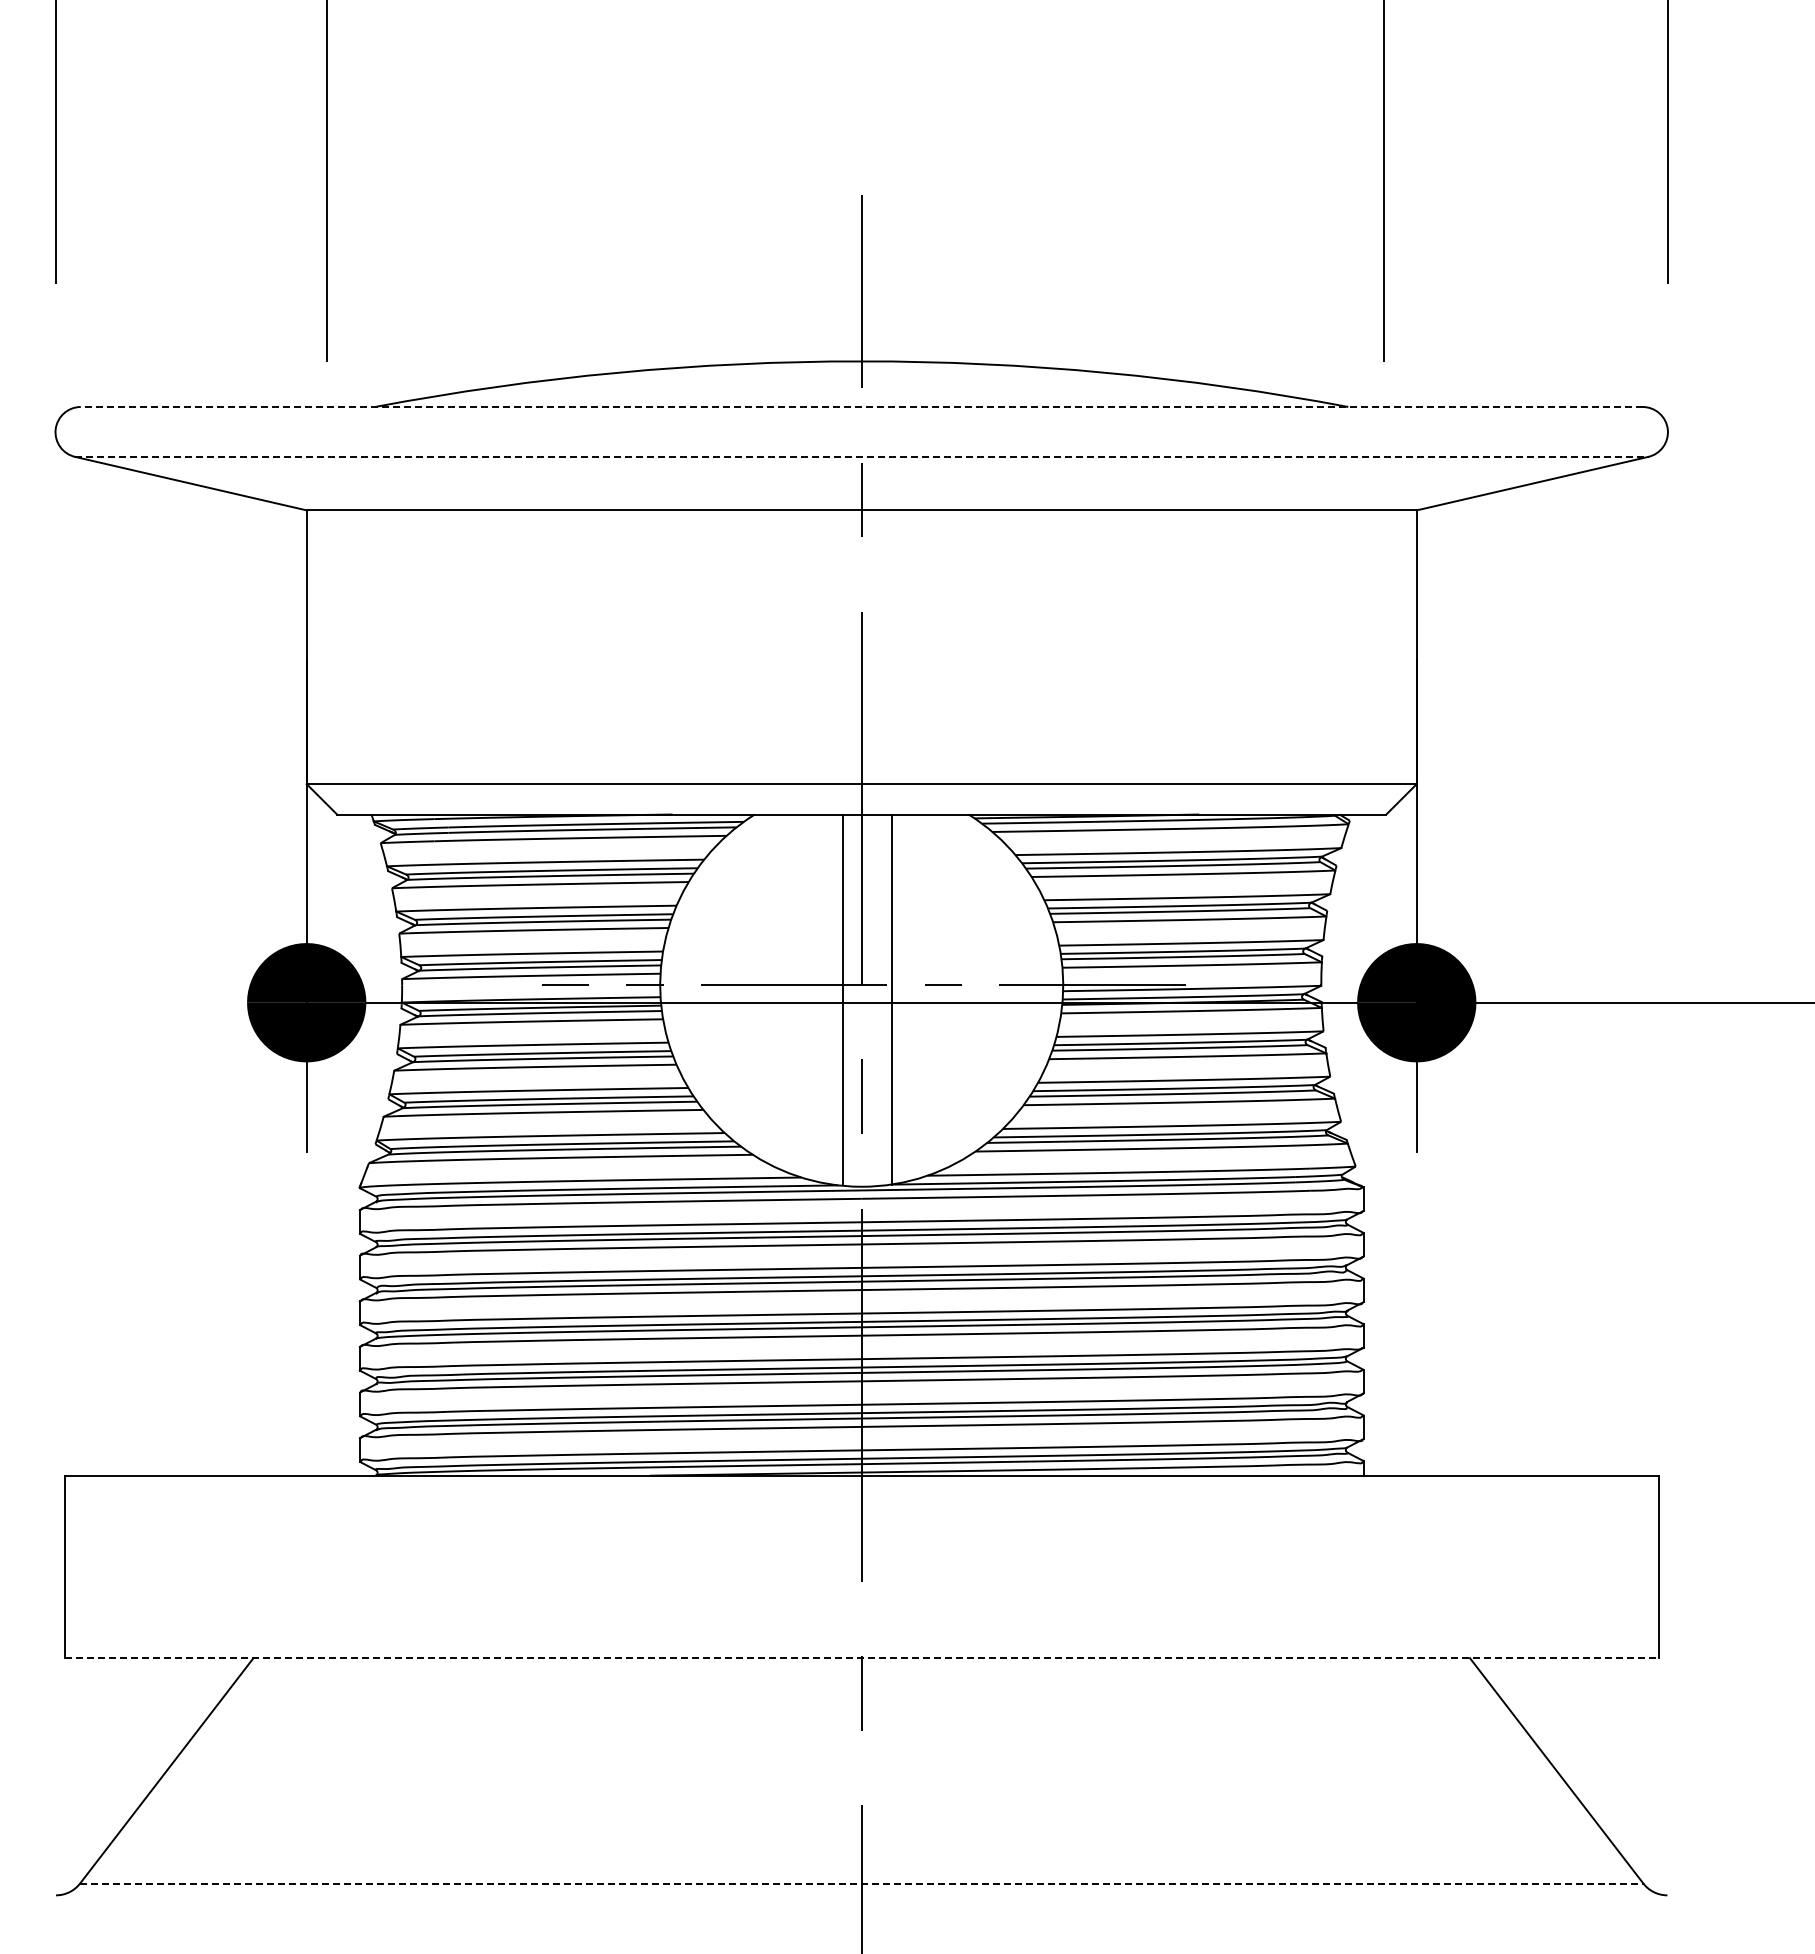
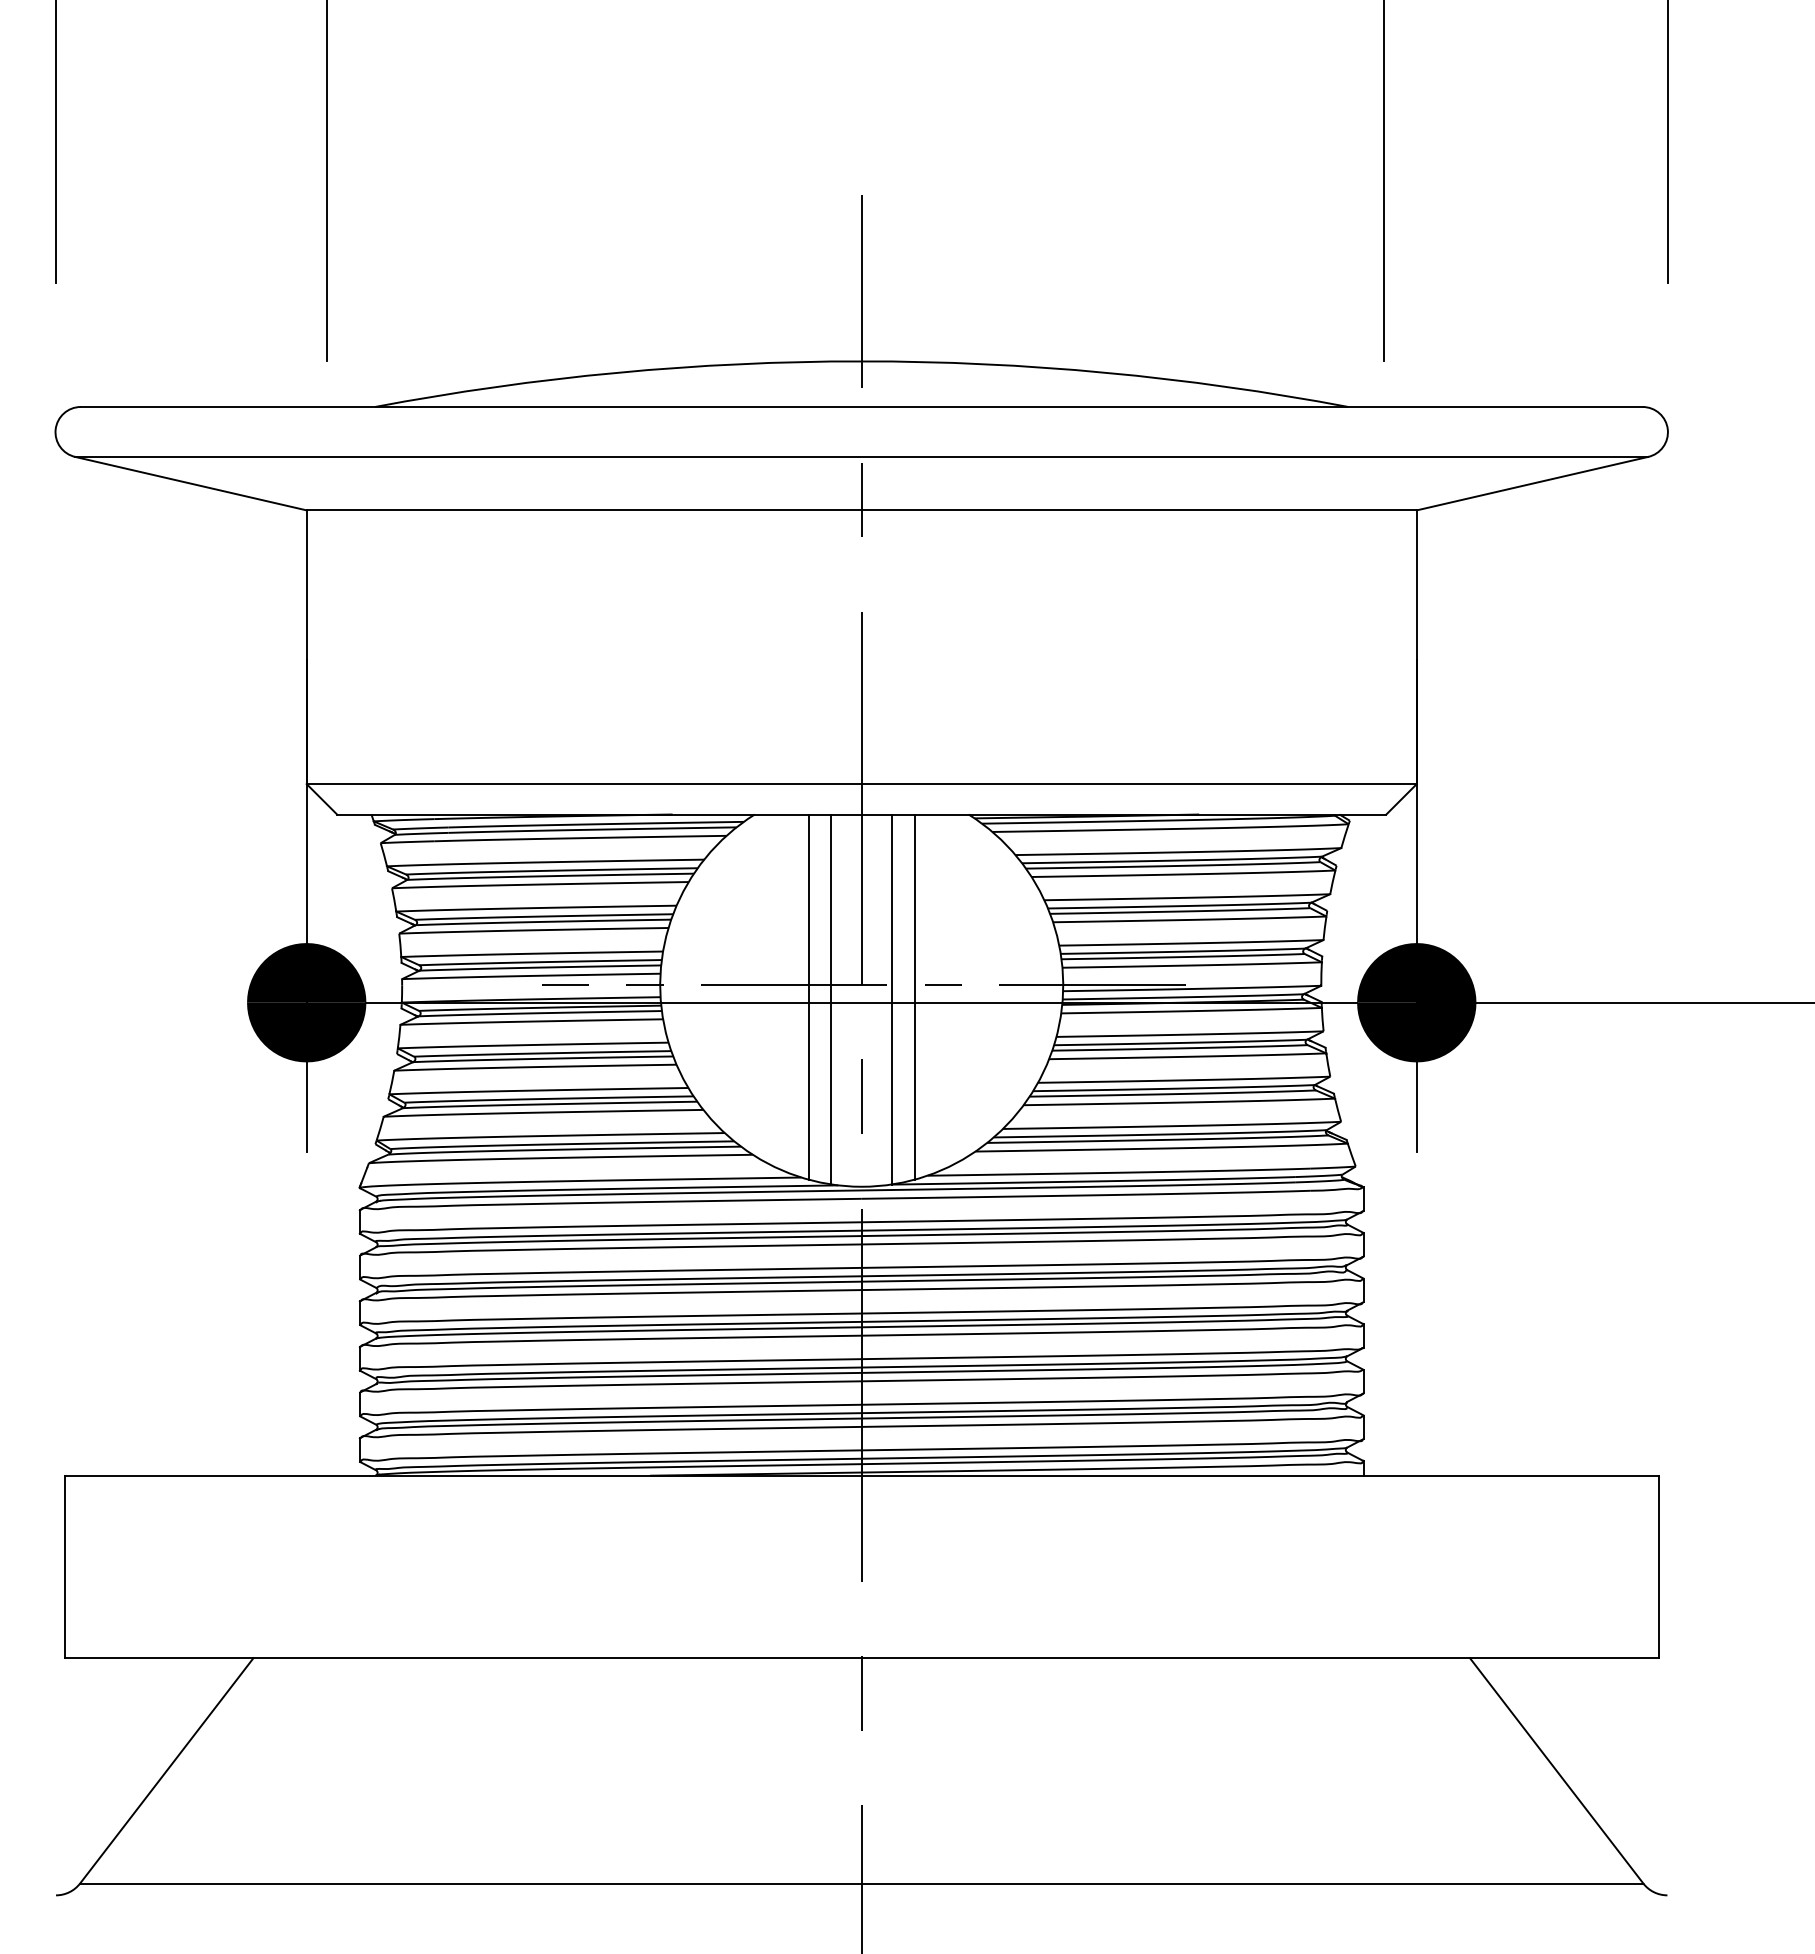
line at (861, 407): dashed -> solid
line at (862, 456): dashed -> solid
line at (808, 996): none -> present
line at (914, 996): none -> present
line at (843, 999) position: (843, 999) -> (831, 999)
line at (861, 1658): dashed -> solid
line at (861, 1883): dashed -> solid
